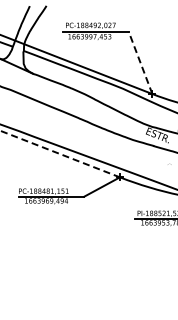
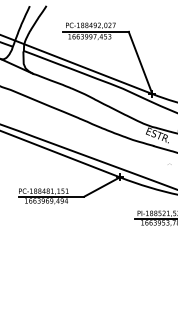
line at (140, 62): dashed -> solid
line at (60, 154): dashed -> solid
